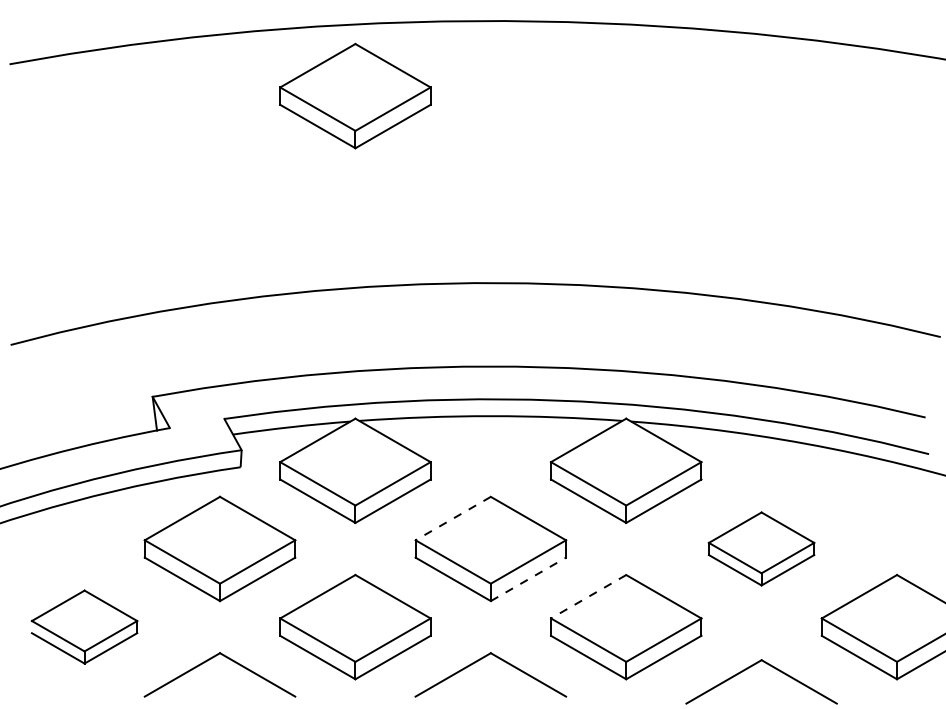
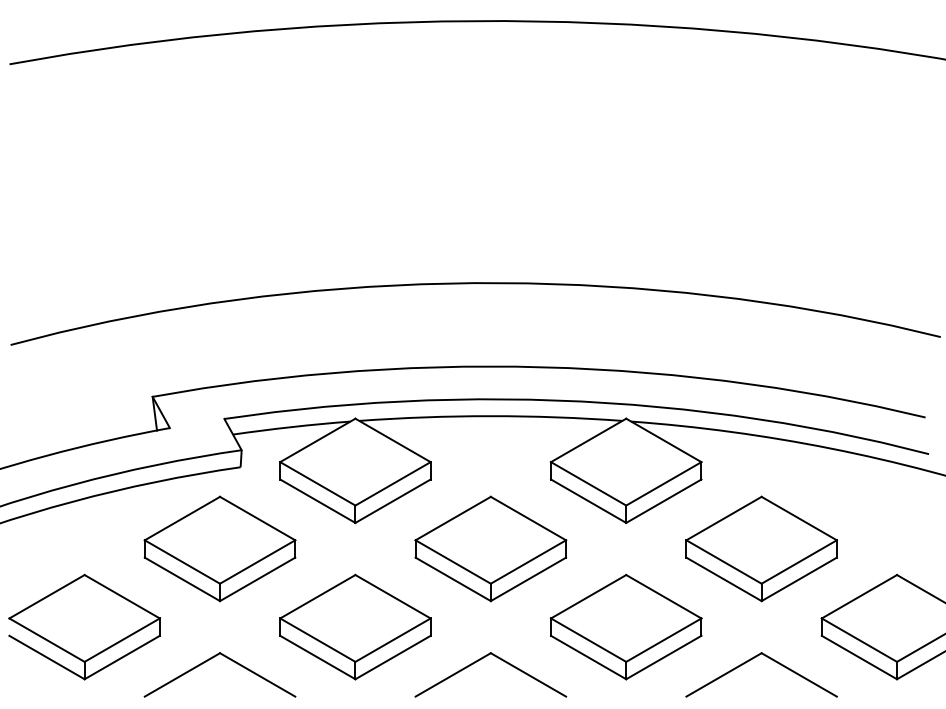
part at (355, 95): present -> none
line at (452, 518): dashed -> solid
part at (761, 548) size: 109x76 px -> 153x108 px
line at (528, 579): dashed -> solid
line at (588, 597): dashed -> solid
part at (84, 626) size: 109x76 px -> 153x108 px
part at (751, 667) position: (751, 667) -> (751, 660)
